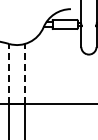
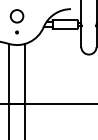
part at (16, 21): none -> present
line at (9, 73): dashed -> solid
line at (24, 73): dashed -> solid
